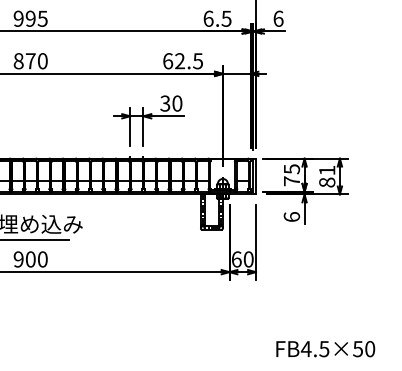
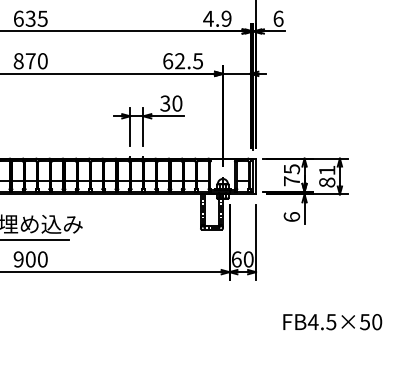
text at (24, 18): 995 -> 635
text at (217, 18): 6.5 -> 4.9
text at (325, 349) position: (325, 349) -> (332, 322)
